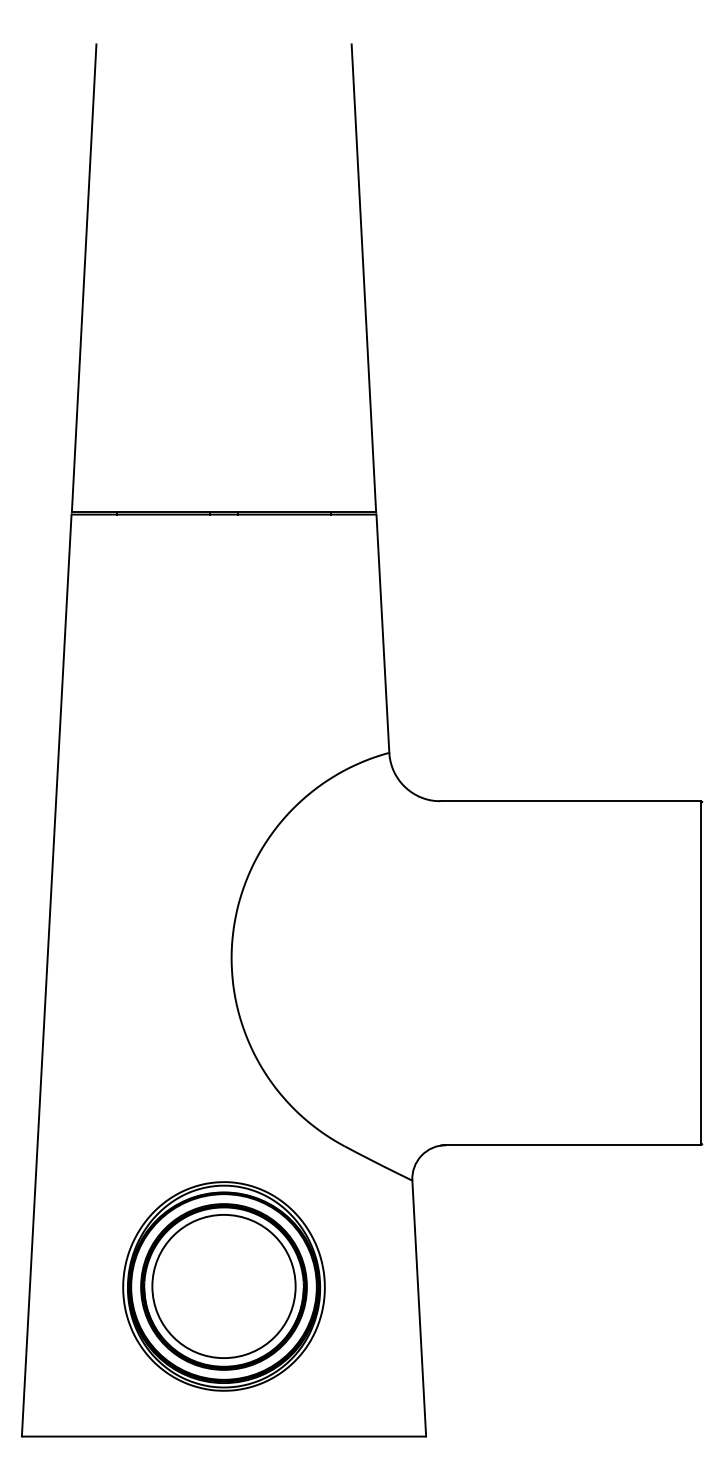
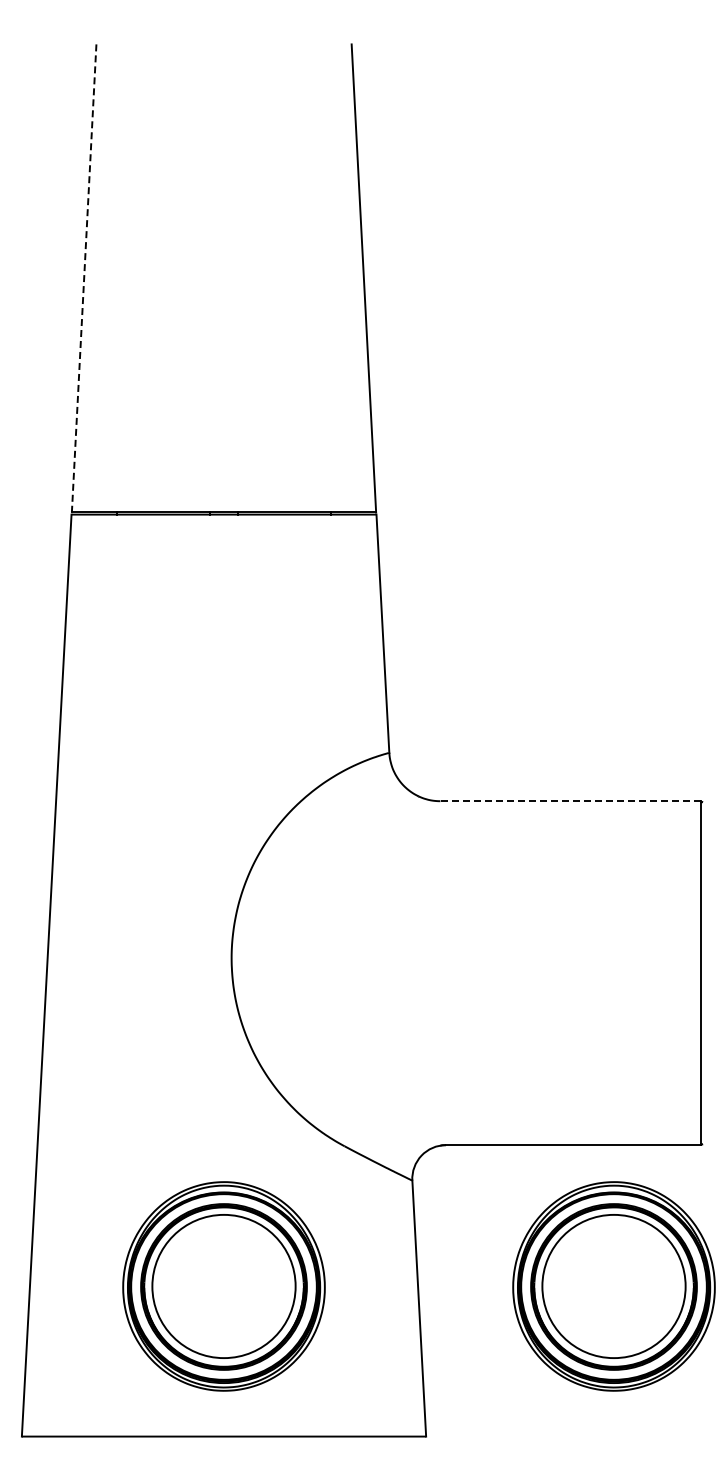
line at (84, 278): solid -> dashed
line at (570, 801): solid -> dashed
part at (613, 1286): none -> present
